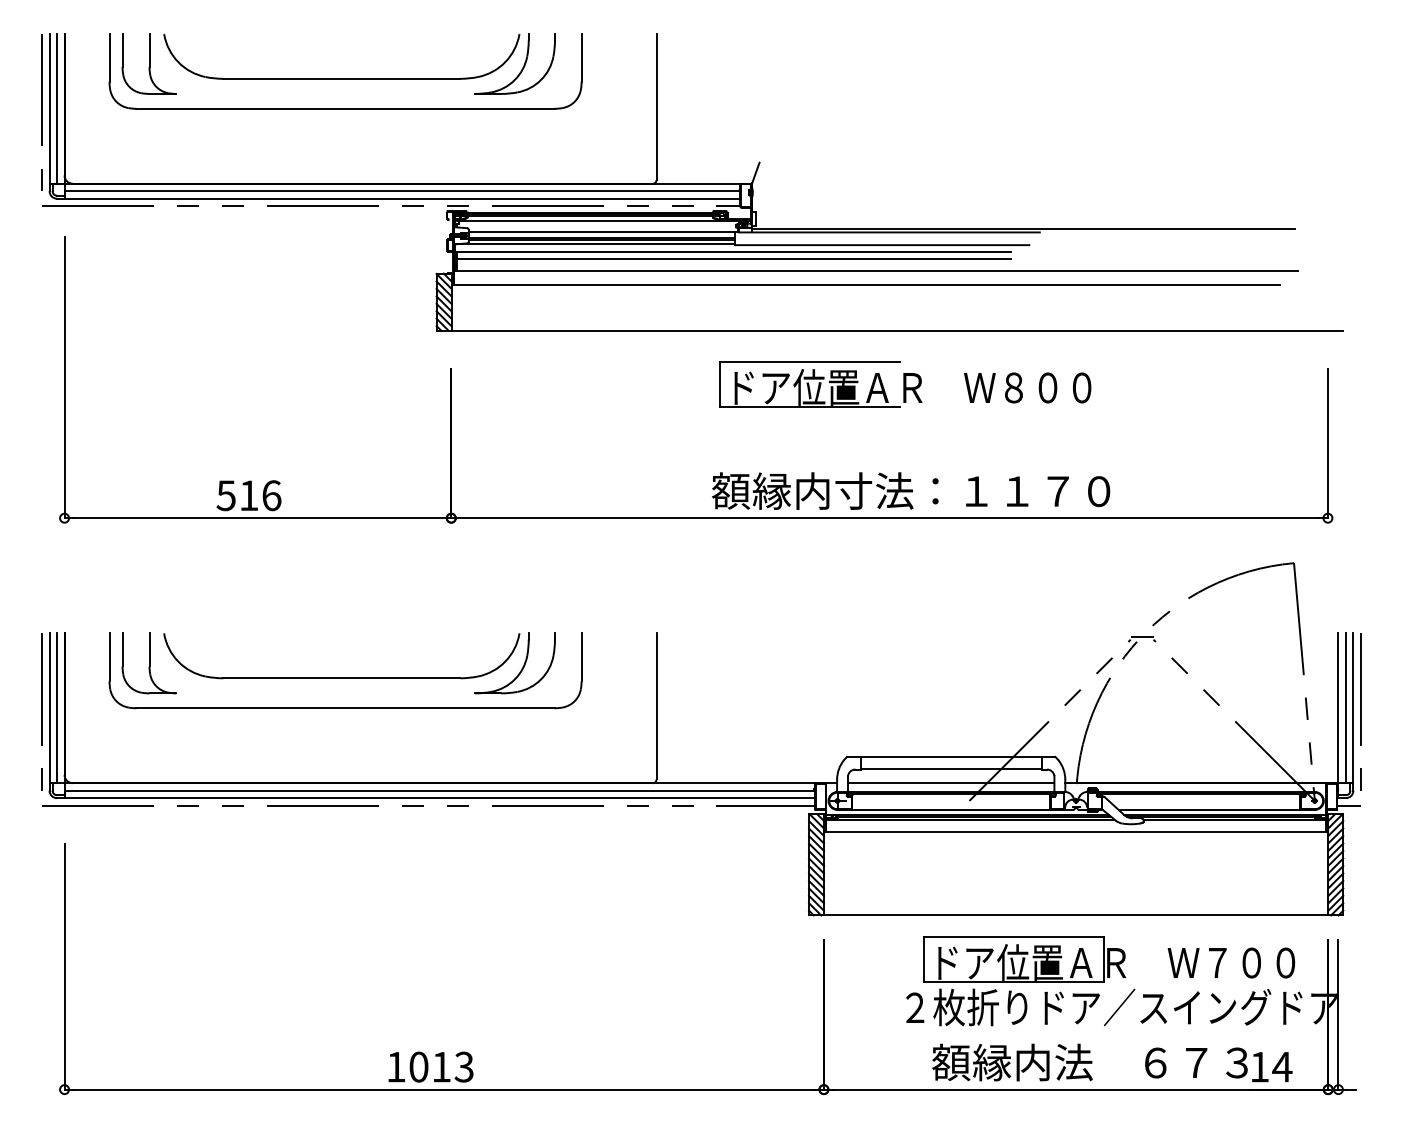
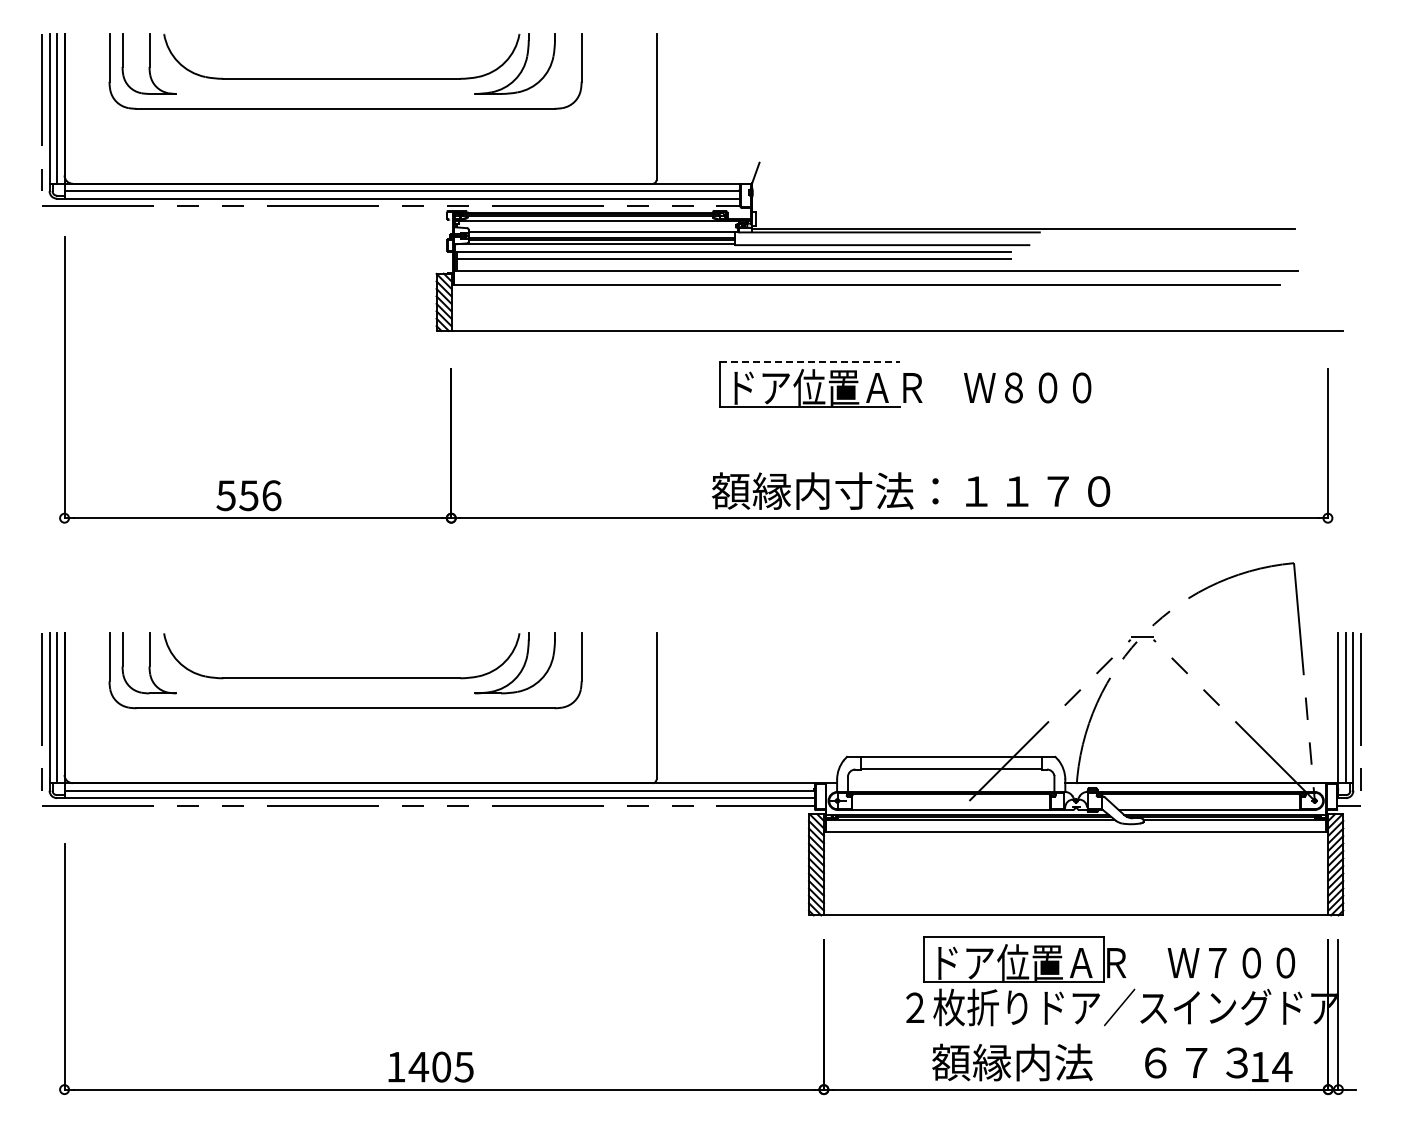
line at (809, 361): solid -> dashed
text at (248, 495): 516 -> 556
line at (950, 783): present -> none
text at (440, 1066): 1013 -> 1405
